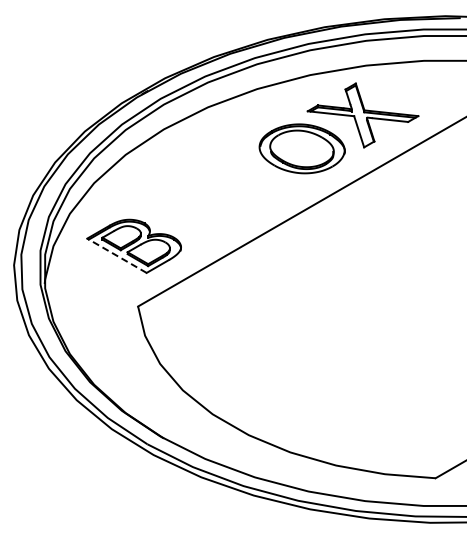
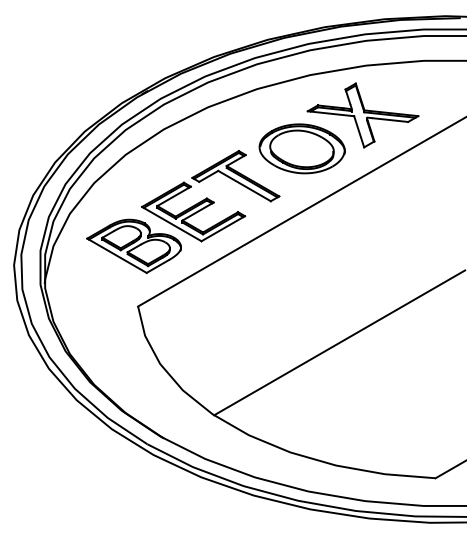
part at (210, 196): none -> present
line at (116, 255): dashed -> solid
line at (338, 343): none -> present
